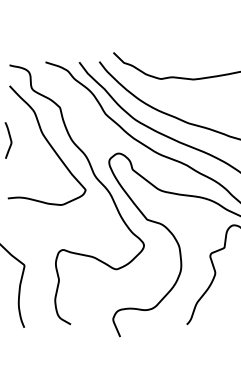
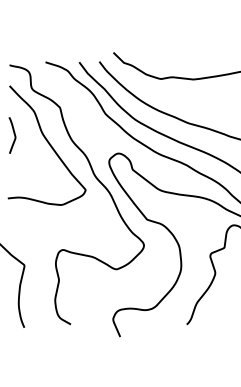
curve at (9, 139) position: (9, 139) -> (13, 134)
